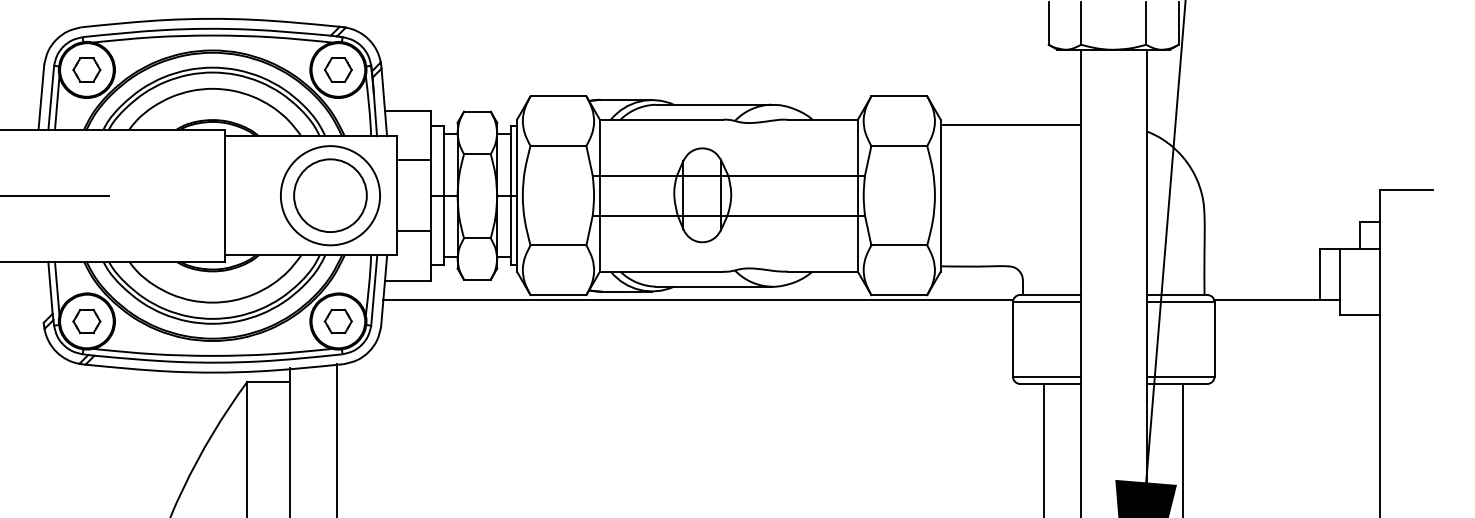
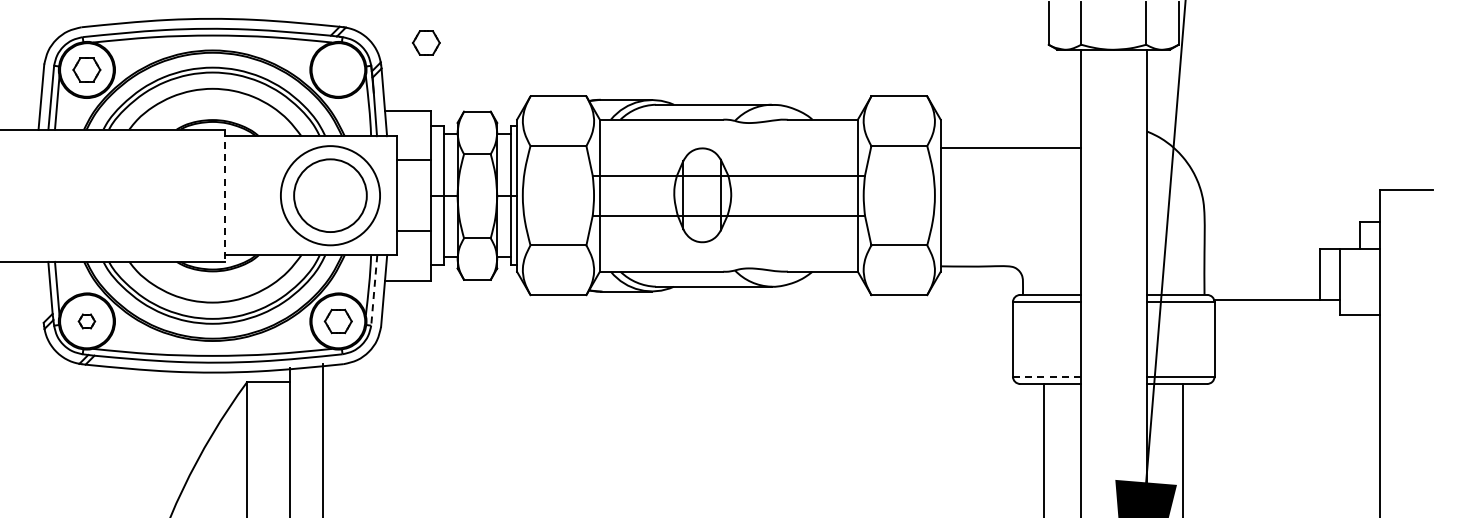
part at (338, 69) position: (338, 69) -> (426, 42)
line at (1010, 125) position: (1010, 125) -> (1010, 148)
line at (56, 195): present -> none
line at (224, 196): solid -> dashed
line at (374, 290): solid -> dashed
line at (698, 299): present -> none
part at (86, 321) size: 30x27 px -> 20x17 px
line at (1046, 376): solid -> dashed
line at (336, 438) position: (336, 438) -> (322, 438)
